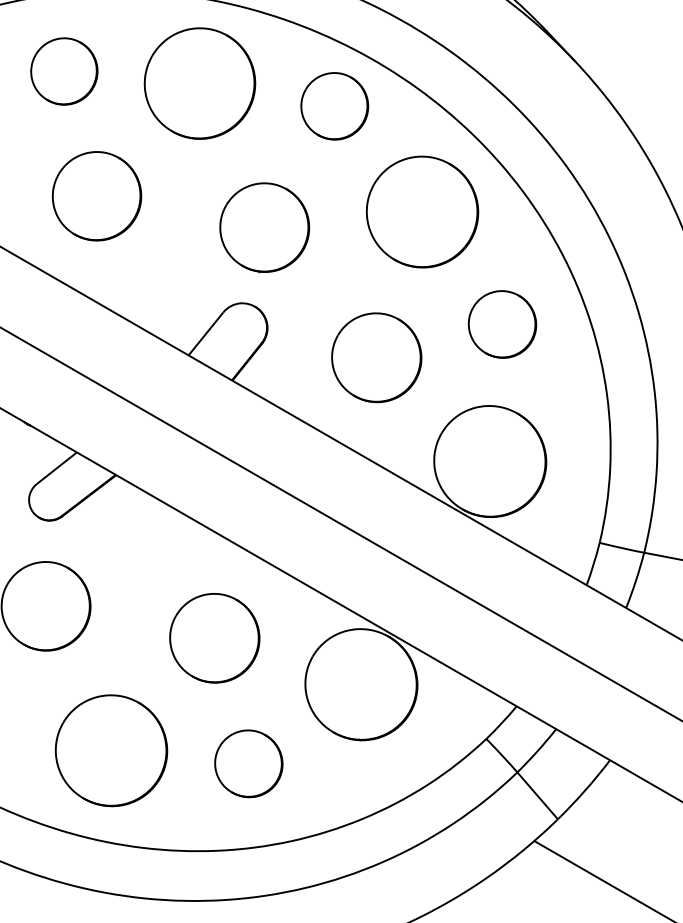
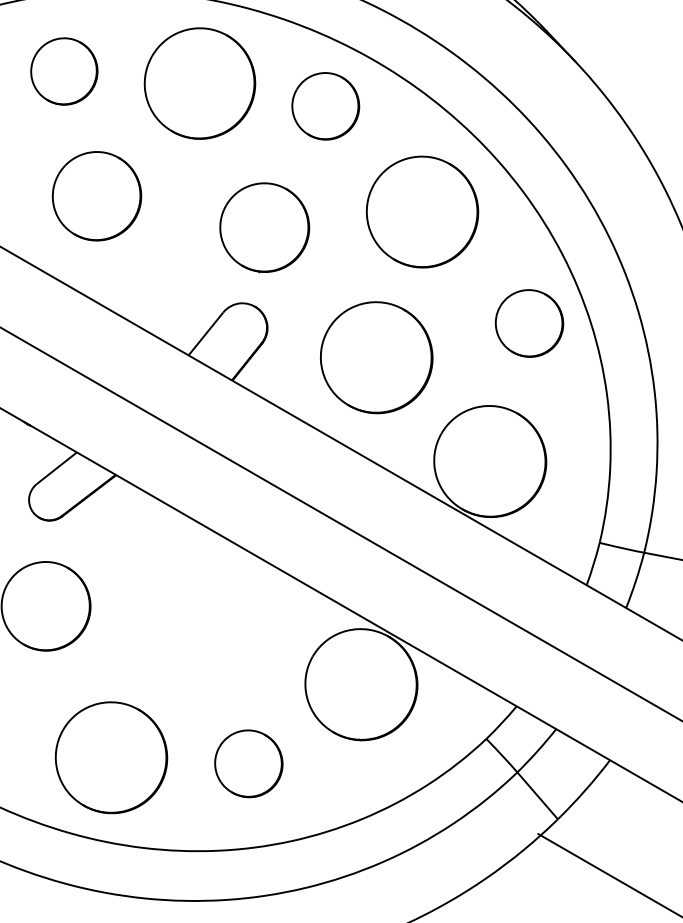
part at (334, 106) position: (334, 106) -> (325, 106)
part at (502, 324) position: (502, 324) -> (529, 323)
part at (376, 357) size: 92x92 px -> 114x114 px
part at (214, 638): present -> none
part at (111, 750) position: (111, 750) -> (111, 757)
line at (602, 880) position: (602, 880) -> (608, 874)
